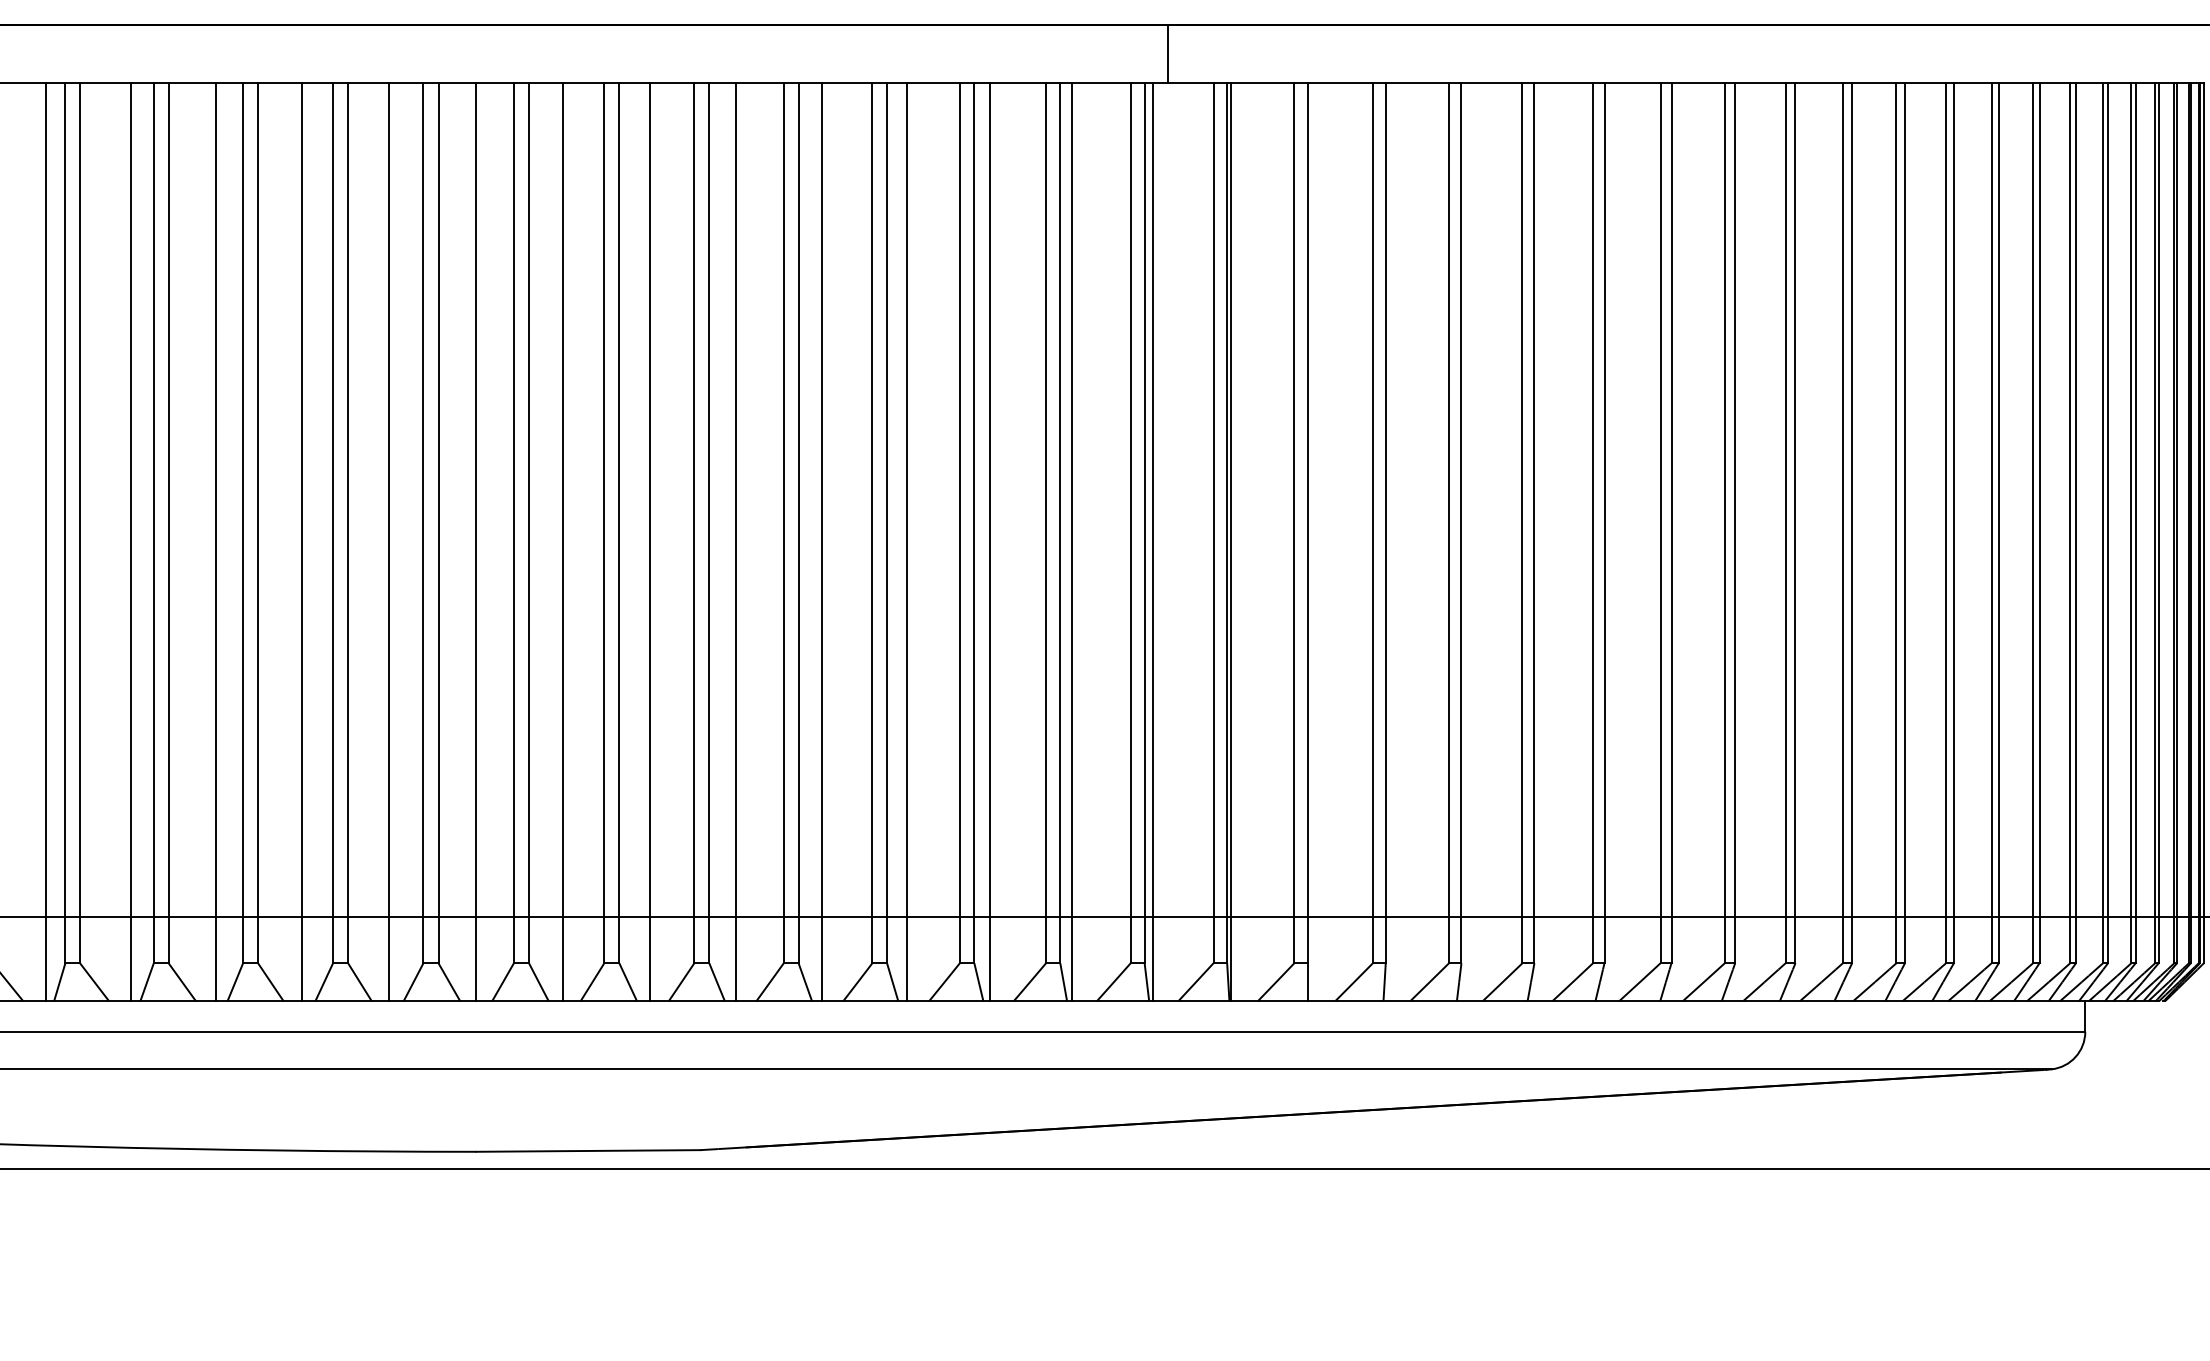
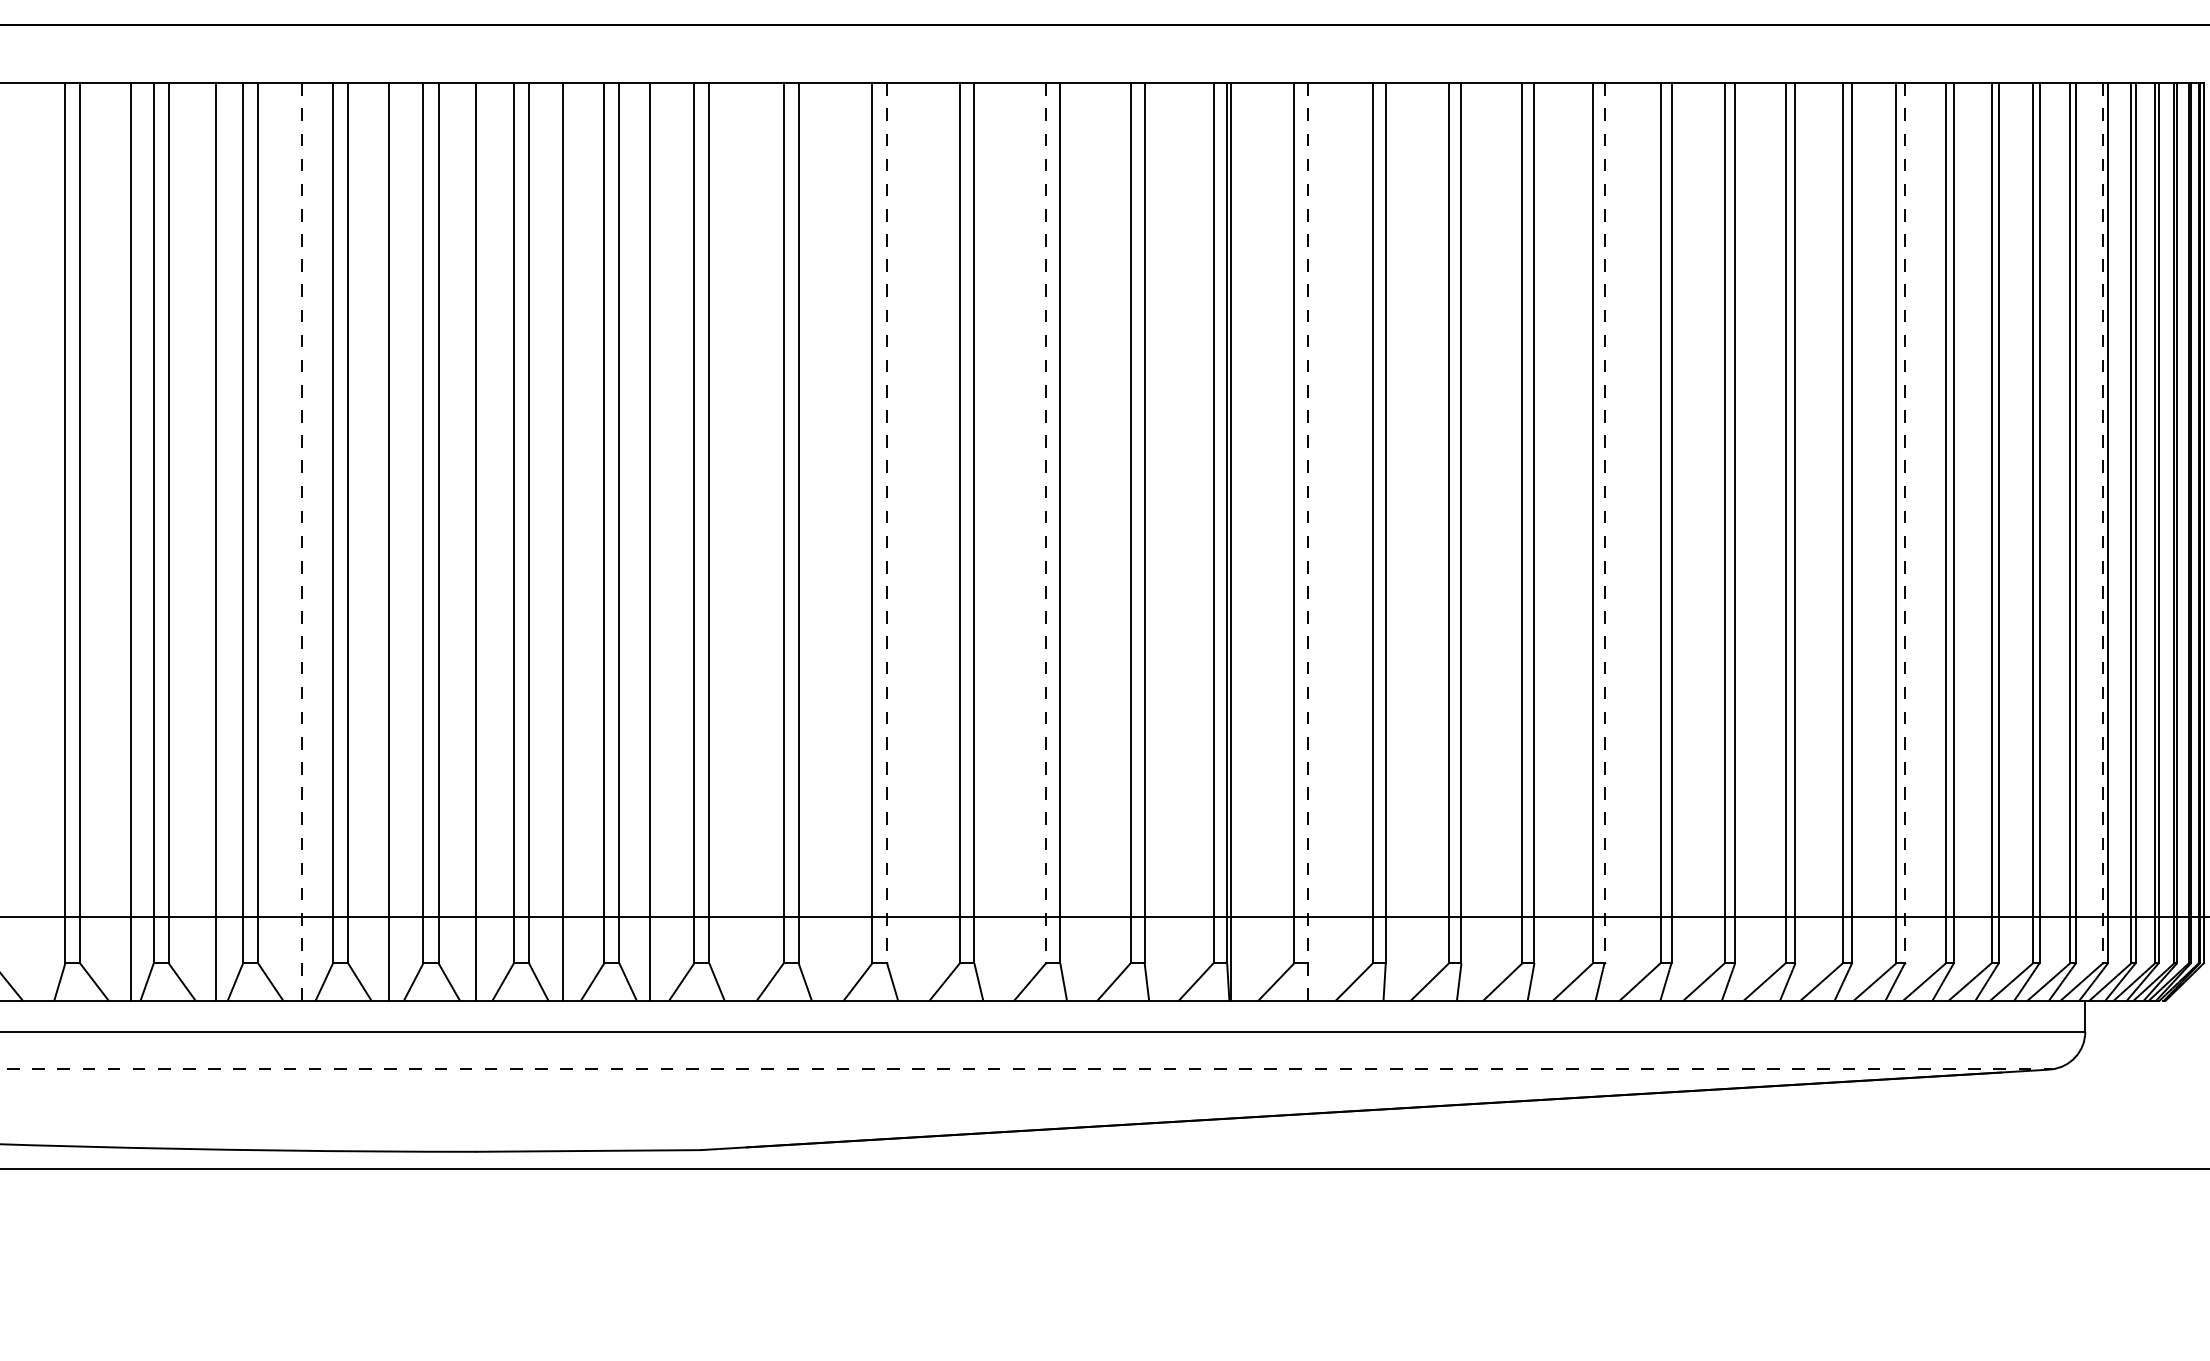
line at (1167, 53): present -> none
line at (887, 523): solid -> dashed
line at (1046, 523): solid -> dashed
line at (1604, 523): solid -> dashed
line at (1904, 523): solid -> dashed
line at (2103, 523): solid -> dashed
line at (45, 541): present -> none
line at (736, 541): present -> none
line at (821, 541): present -> none
line at (906, 541): present -> none
line at (990, 541): present -> none
line at (1072, 541): present -> none
line at (1152, 541): present -> none
line at (302, 542): solid -> dashed
line at (1307, 542): solid -> dashed
line at (1026, 1069): solid -> dashed
